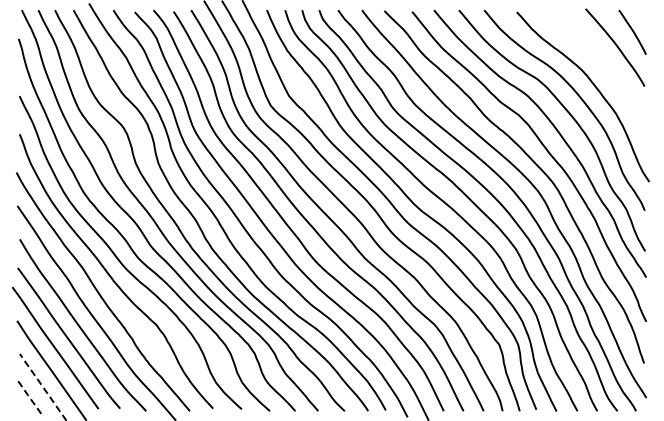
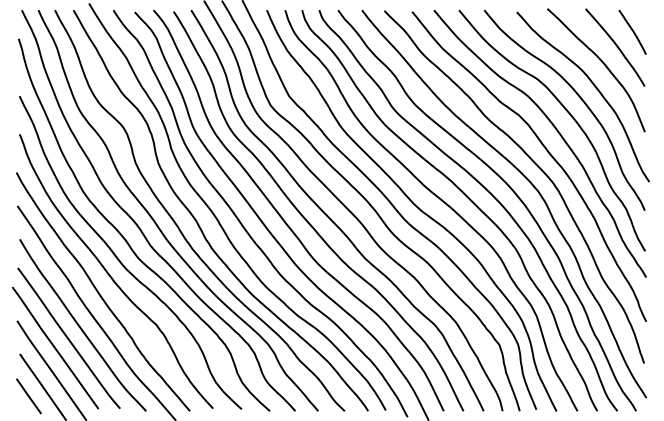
curve at (602, 63): none -> present
line at (42, 385): dashed -> solid
line at (28, 395): dashed -> solid
